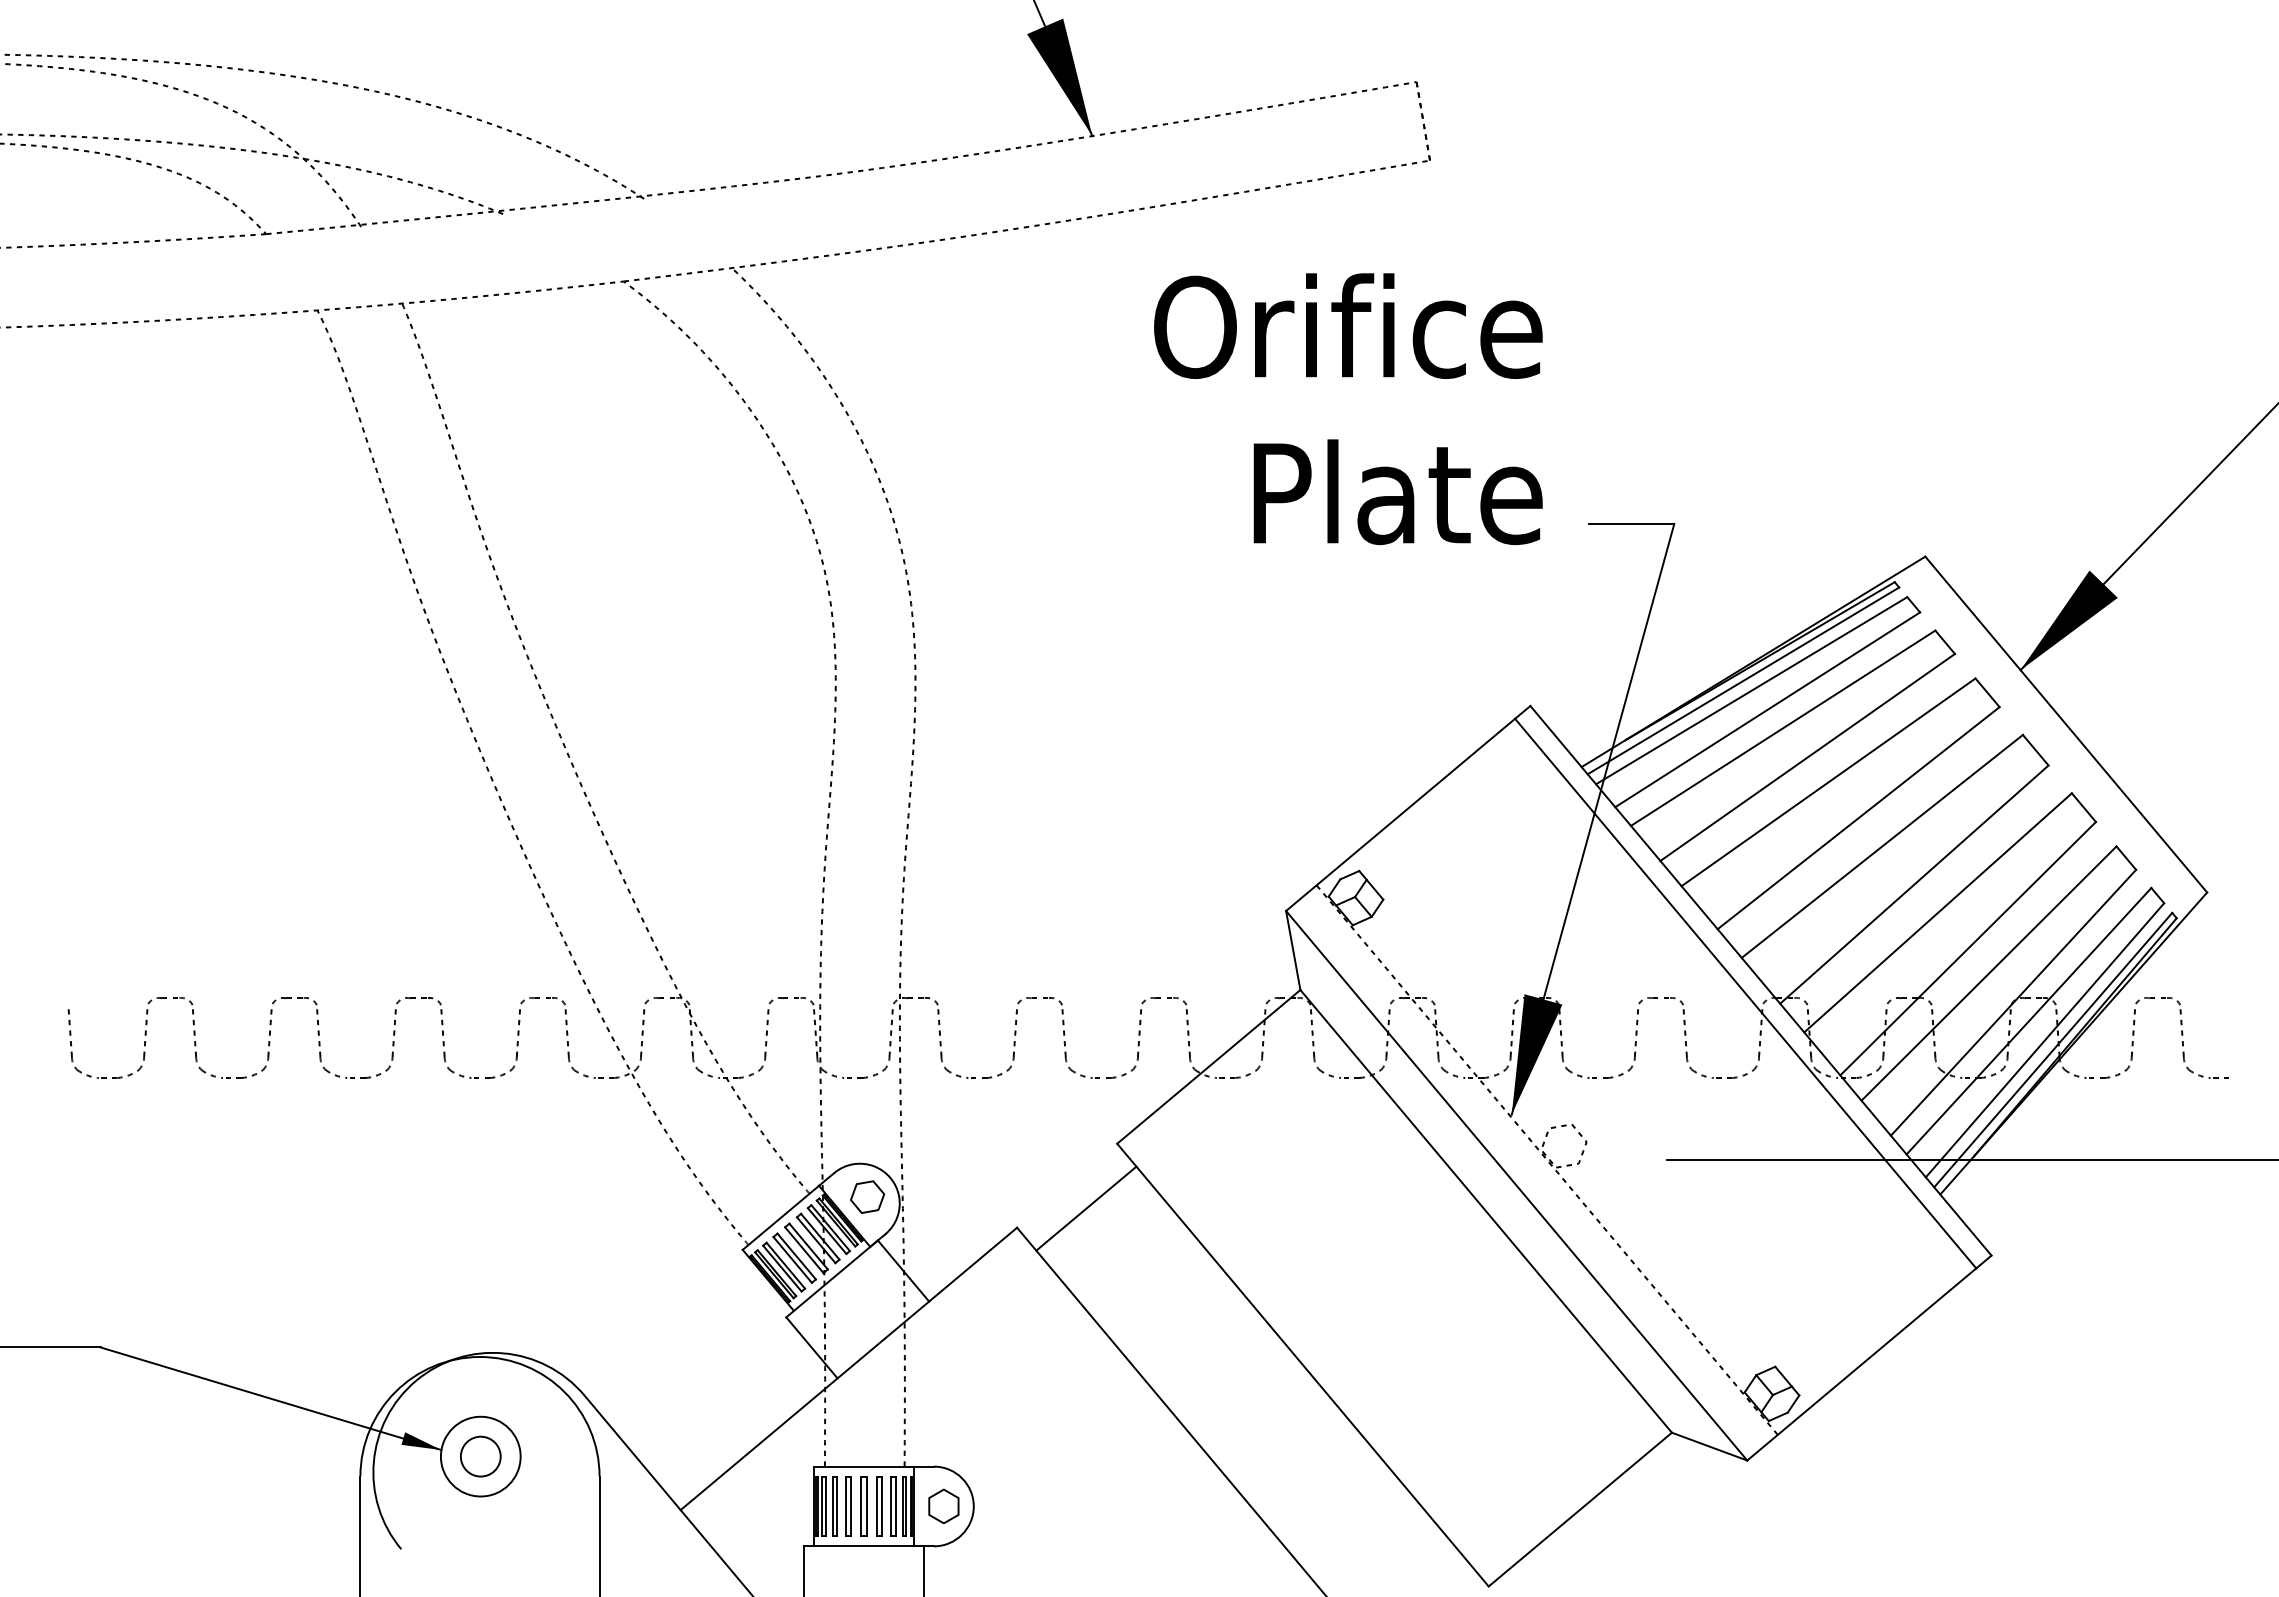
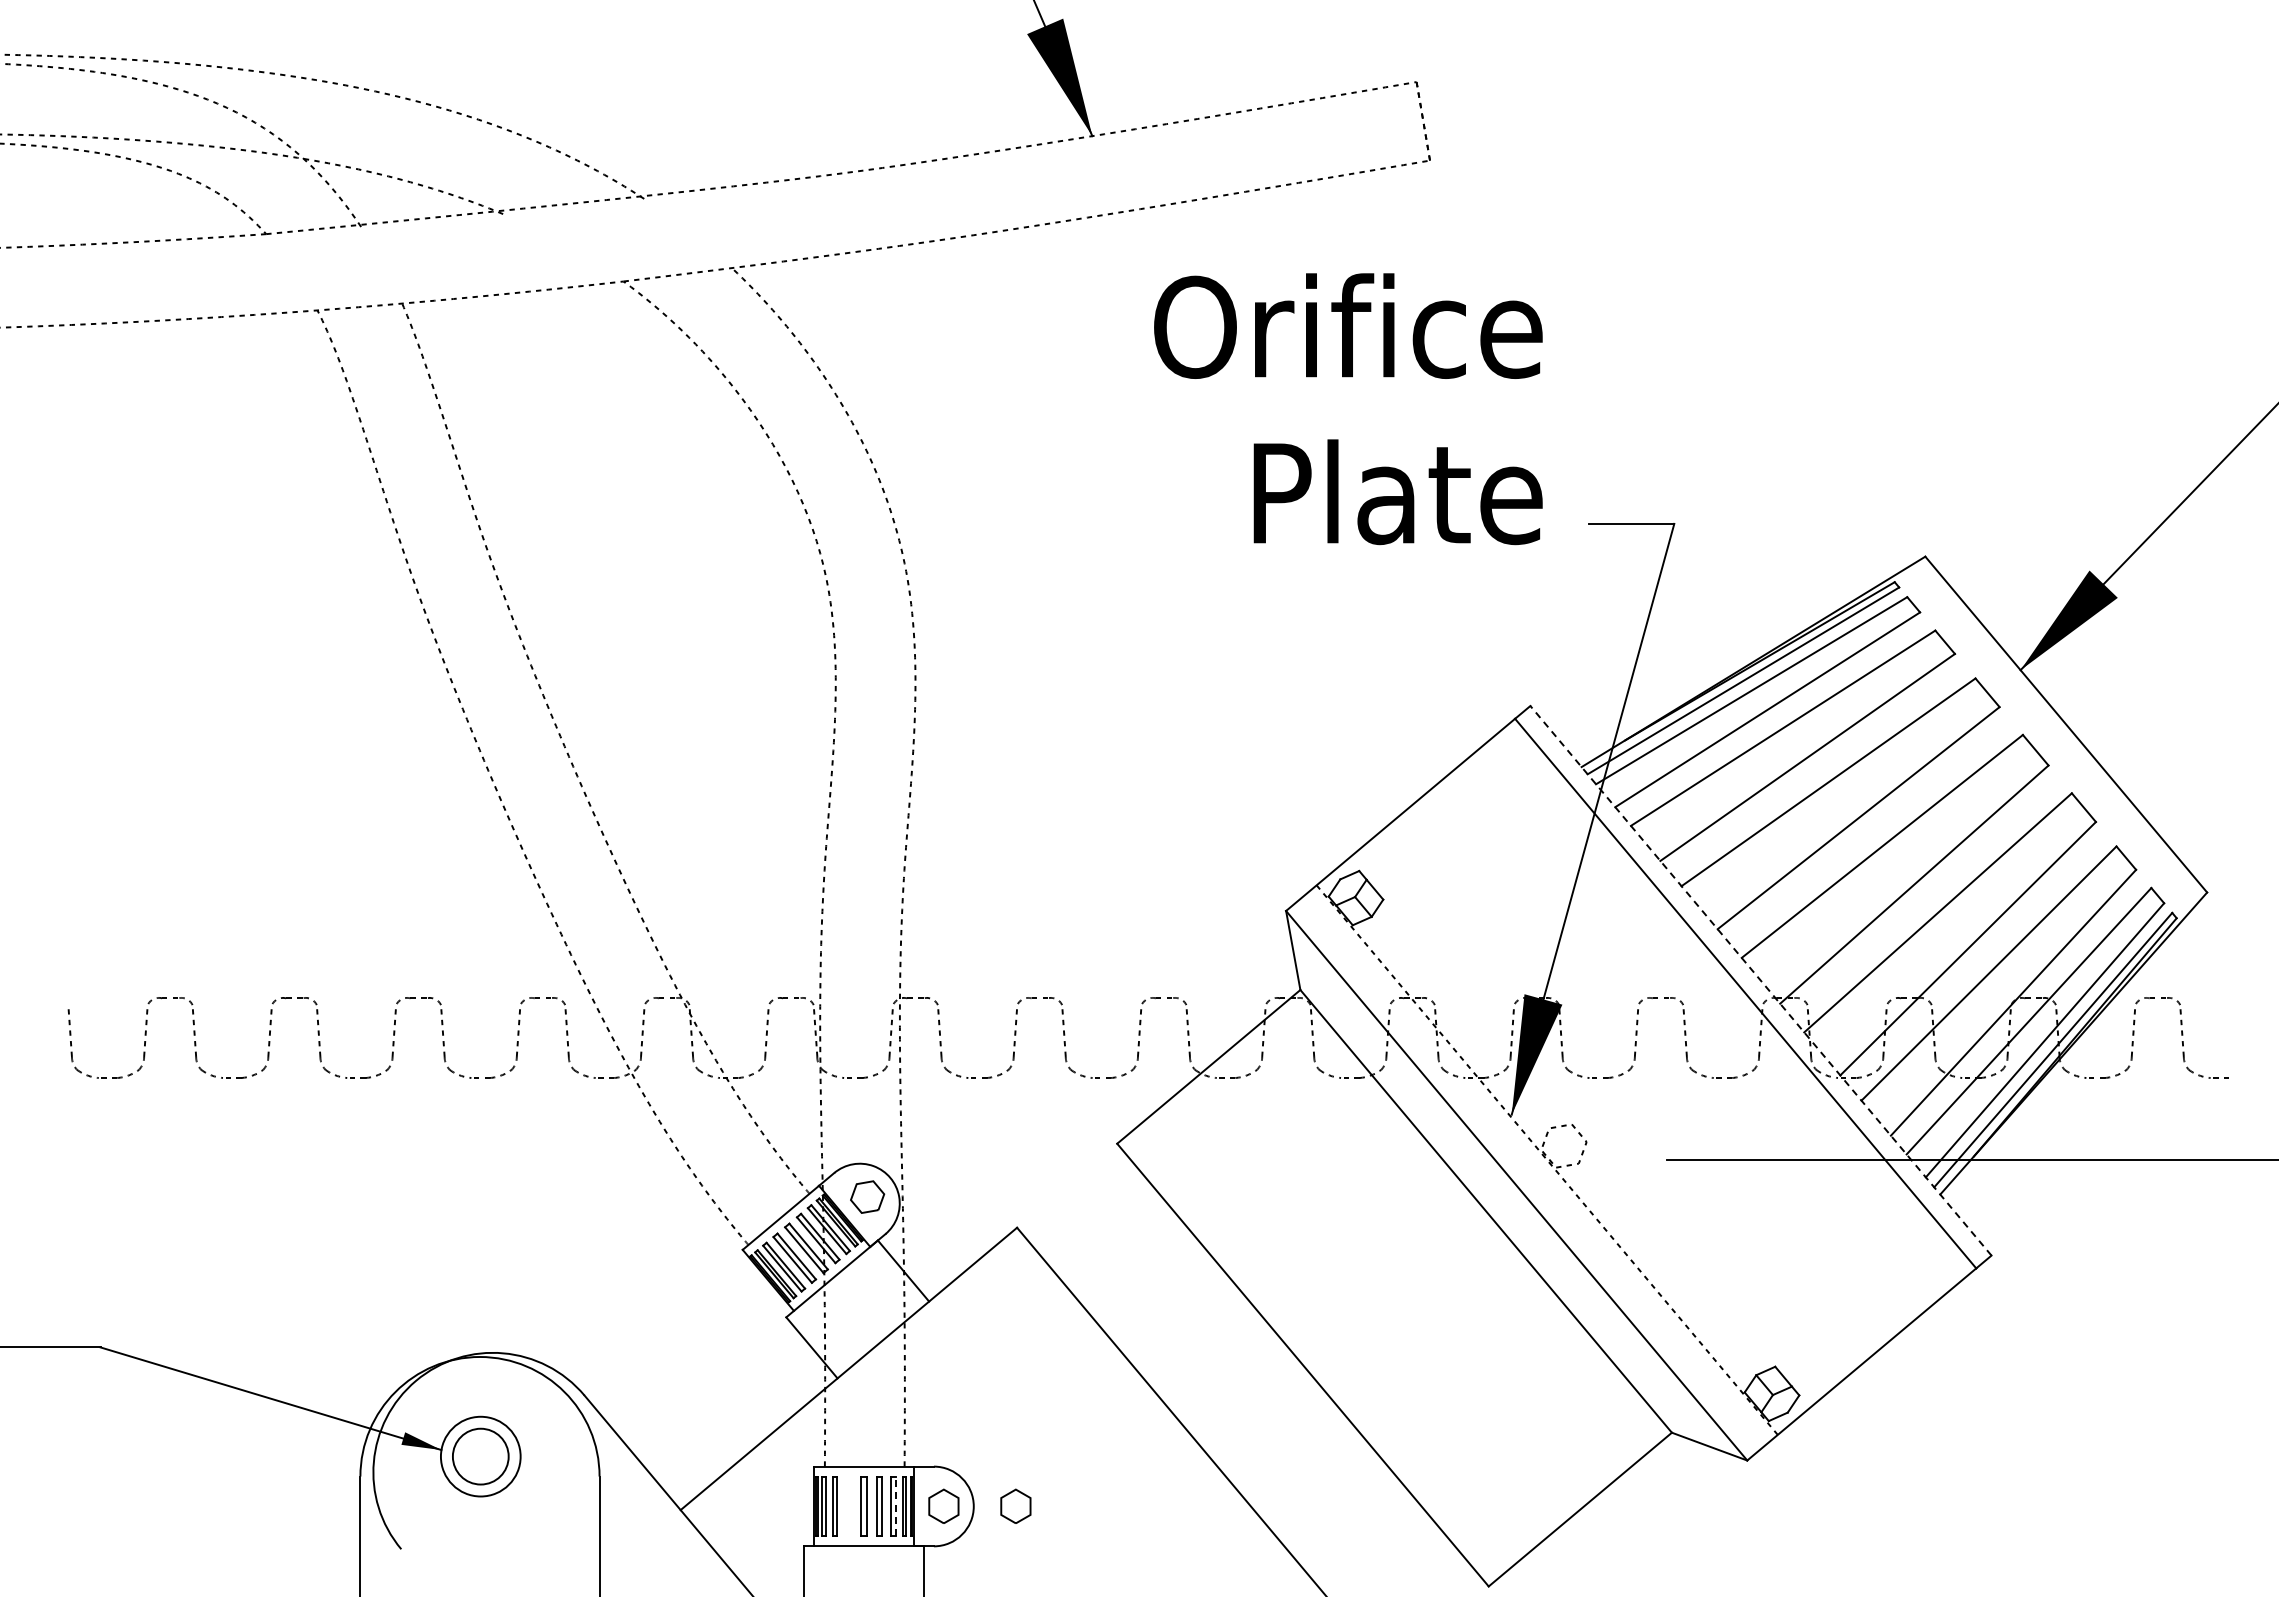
line at (1760, 980): solid -> dashed
line at (1086, 1208): present -> none
circle at (480, 1456) diameter: 40 px -> 56 px
part at (1015, 1505): none -> present
part at (848, 1506): present -> none
line at (895, 1506): solid -> dashed
